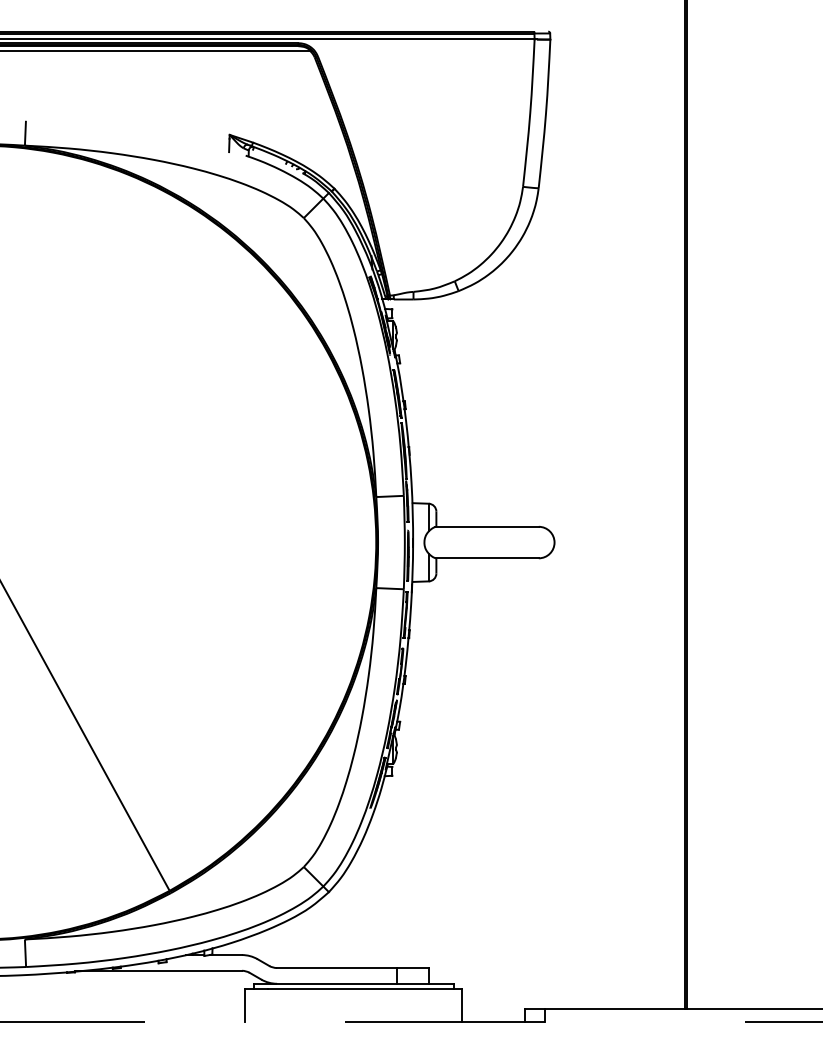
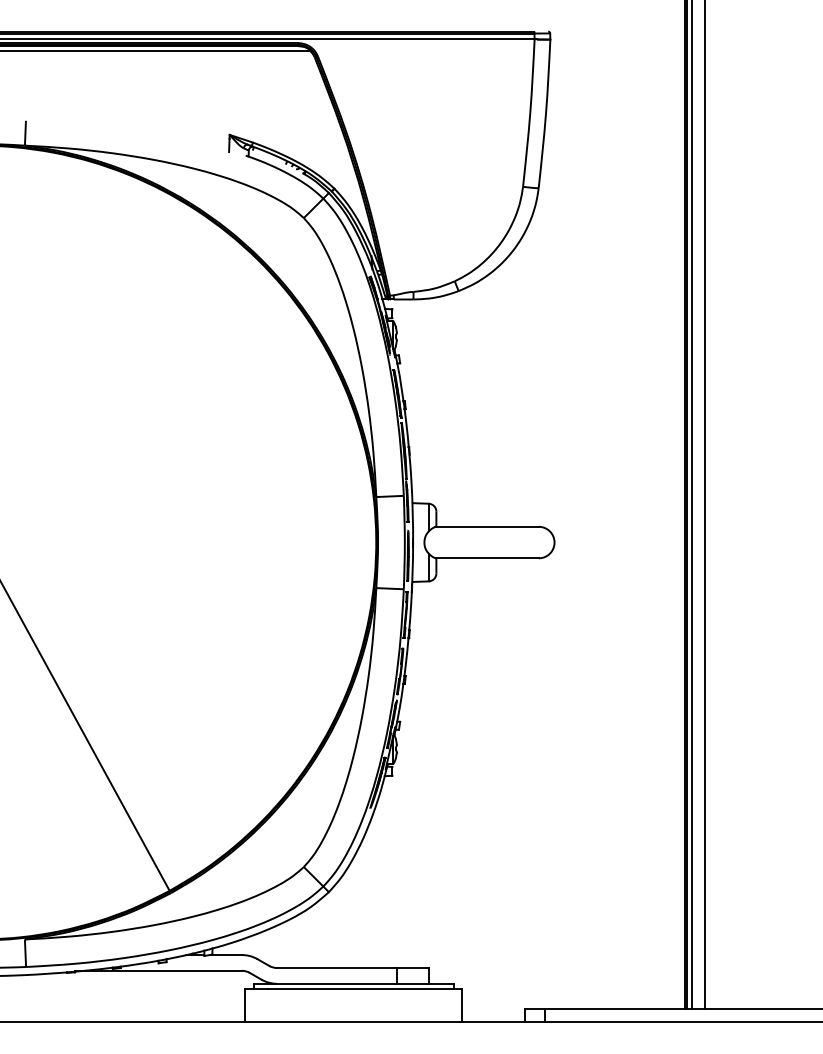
line at (692, 505): none -> present
line at (704, 505): none -> present
line at (411, 1022): dashed -> solid
